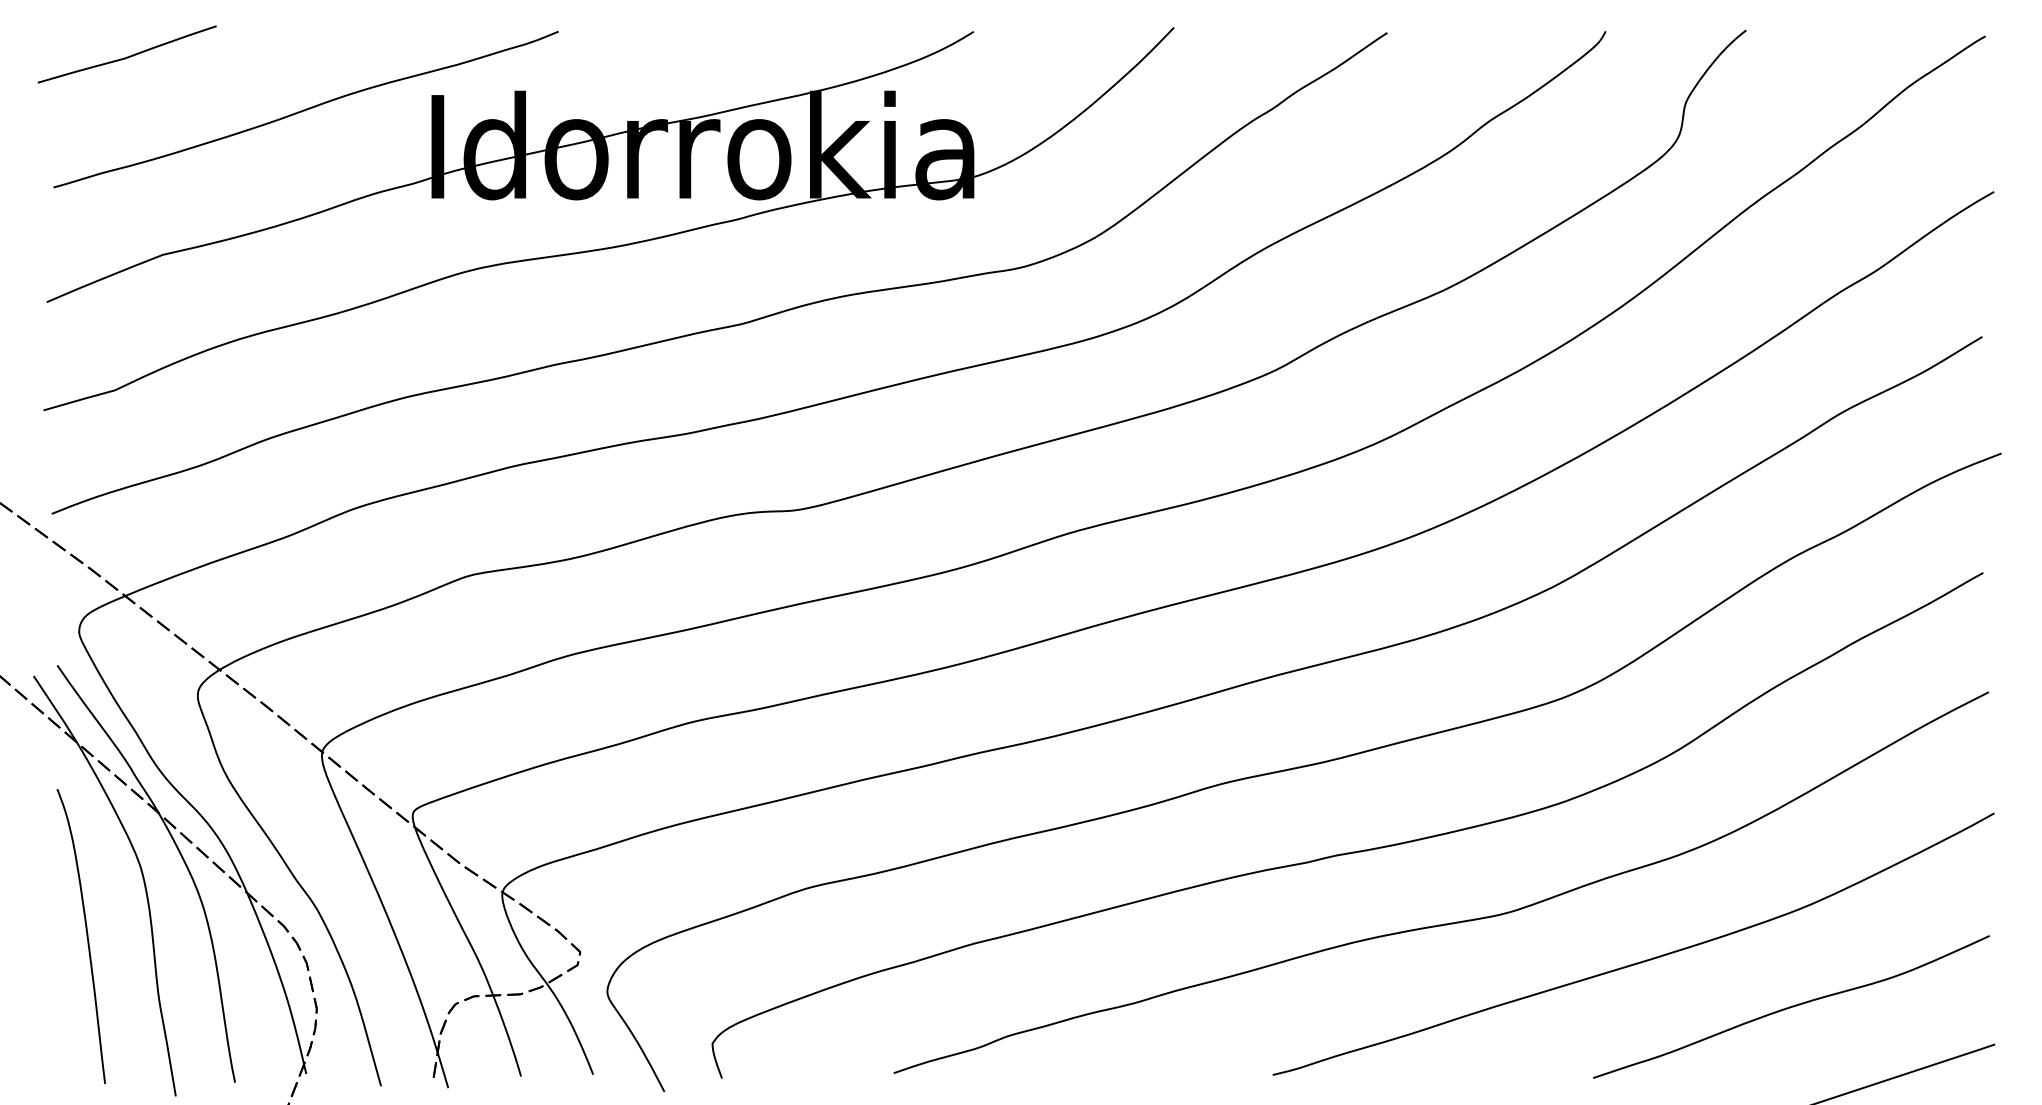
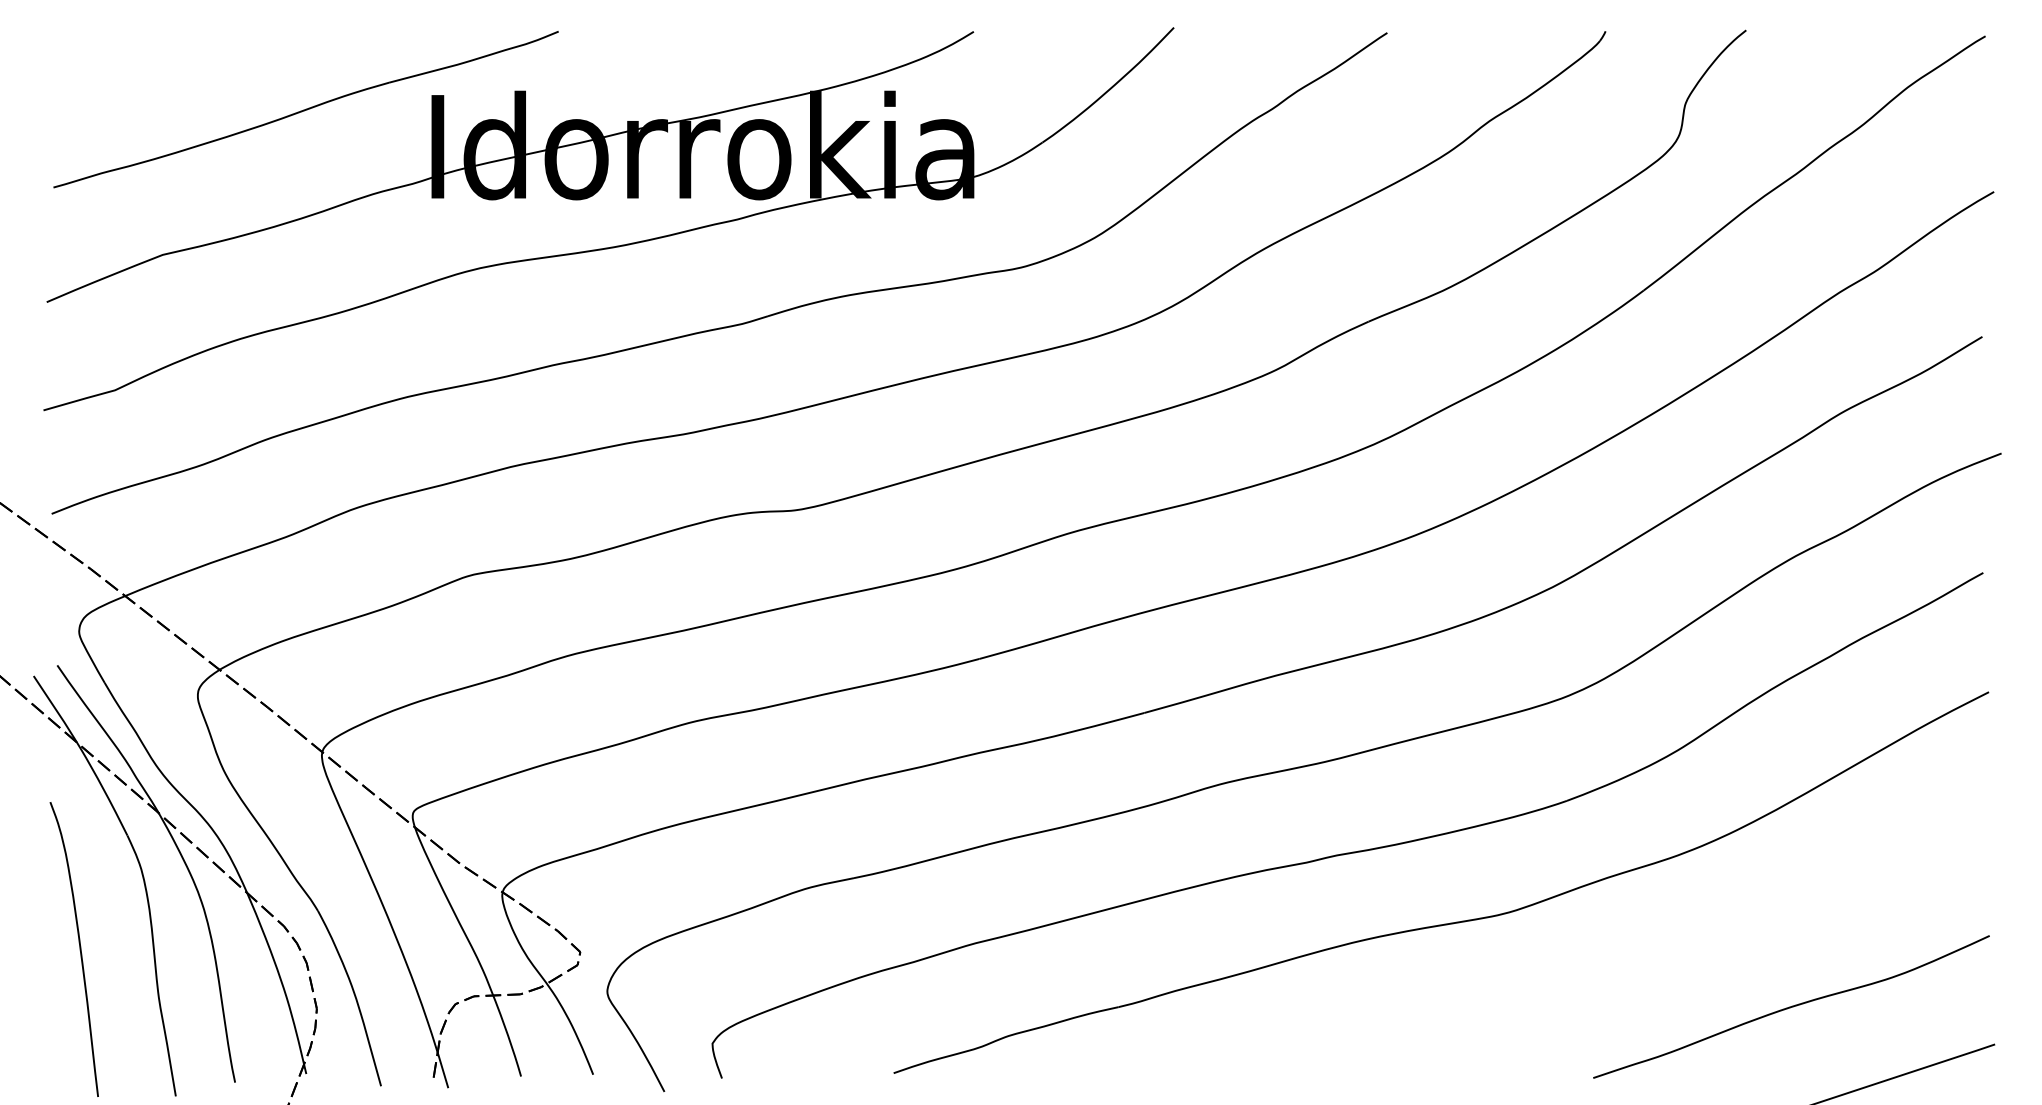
curve at (127, 56): present -> none
curve at (86, 936) position: (86, 936) -> (79, 949)
curve at (1639, 961): present -> none
